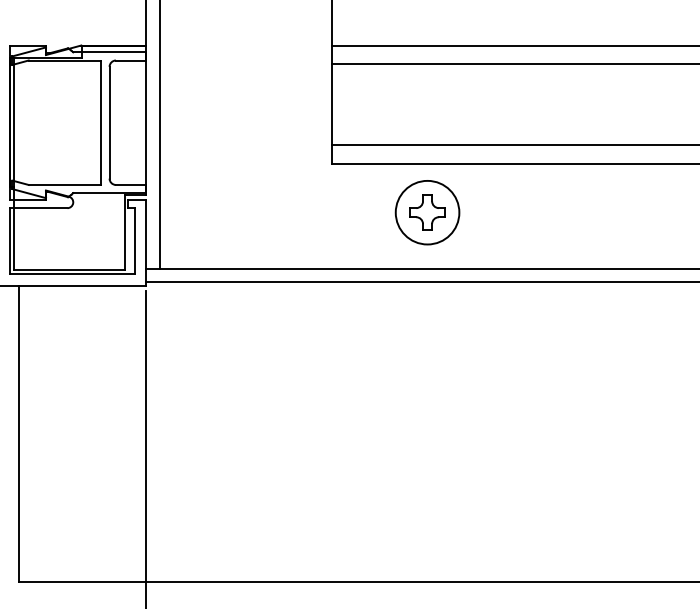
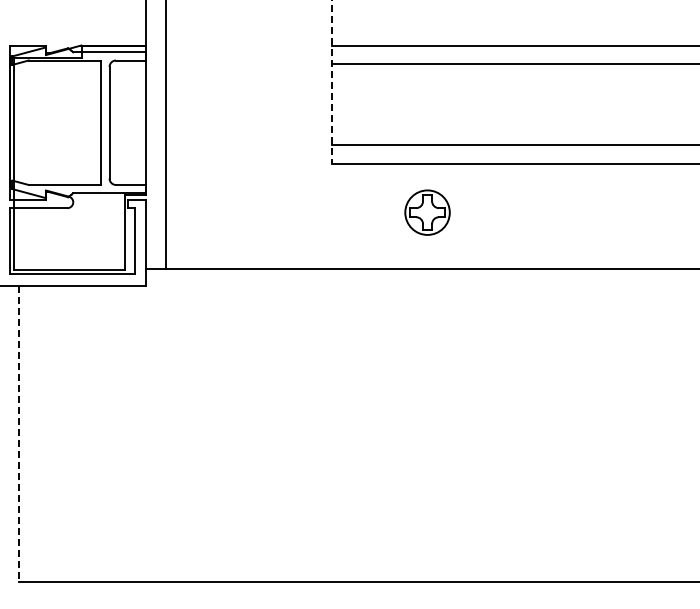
line at (332, 82): solid -> dashed
line at (159, 135) position: (159, 135) -> (165, 135)
circle at (427, 212) diameter: 64 px -> 45 px
line at (420, 281): present -> none
line at (18, 434): solid -> dashed
line at (145, 447): present -> none
